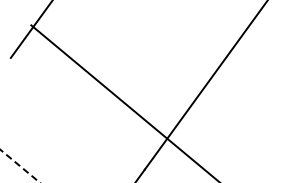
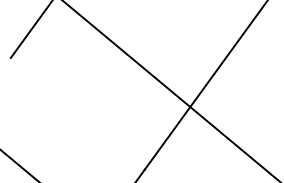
line at (123, 102) position: (123, 102) -> (170, 90)
line at (19, 165): dashed -> solid
